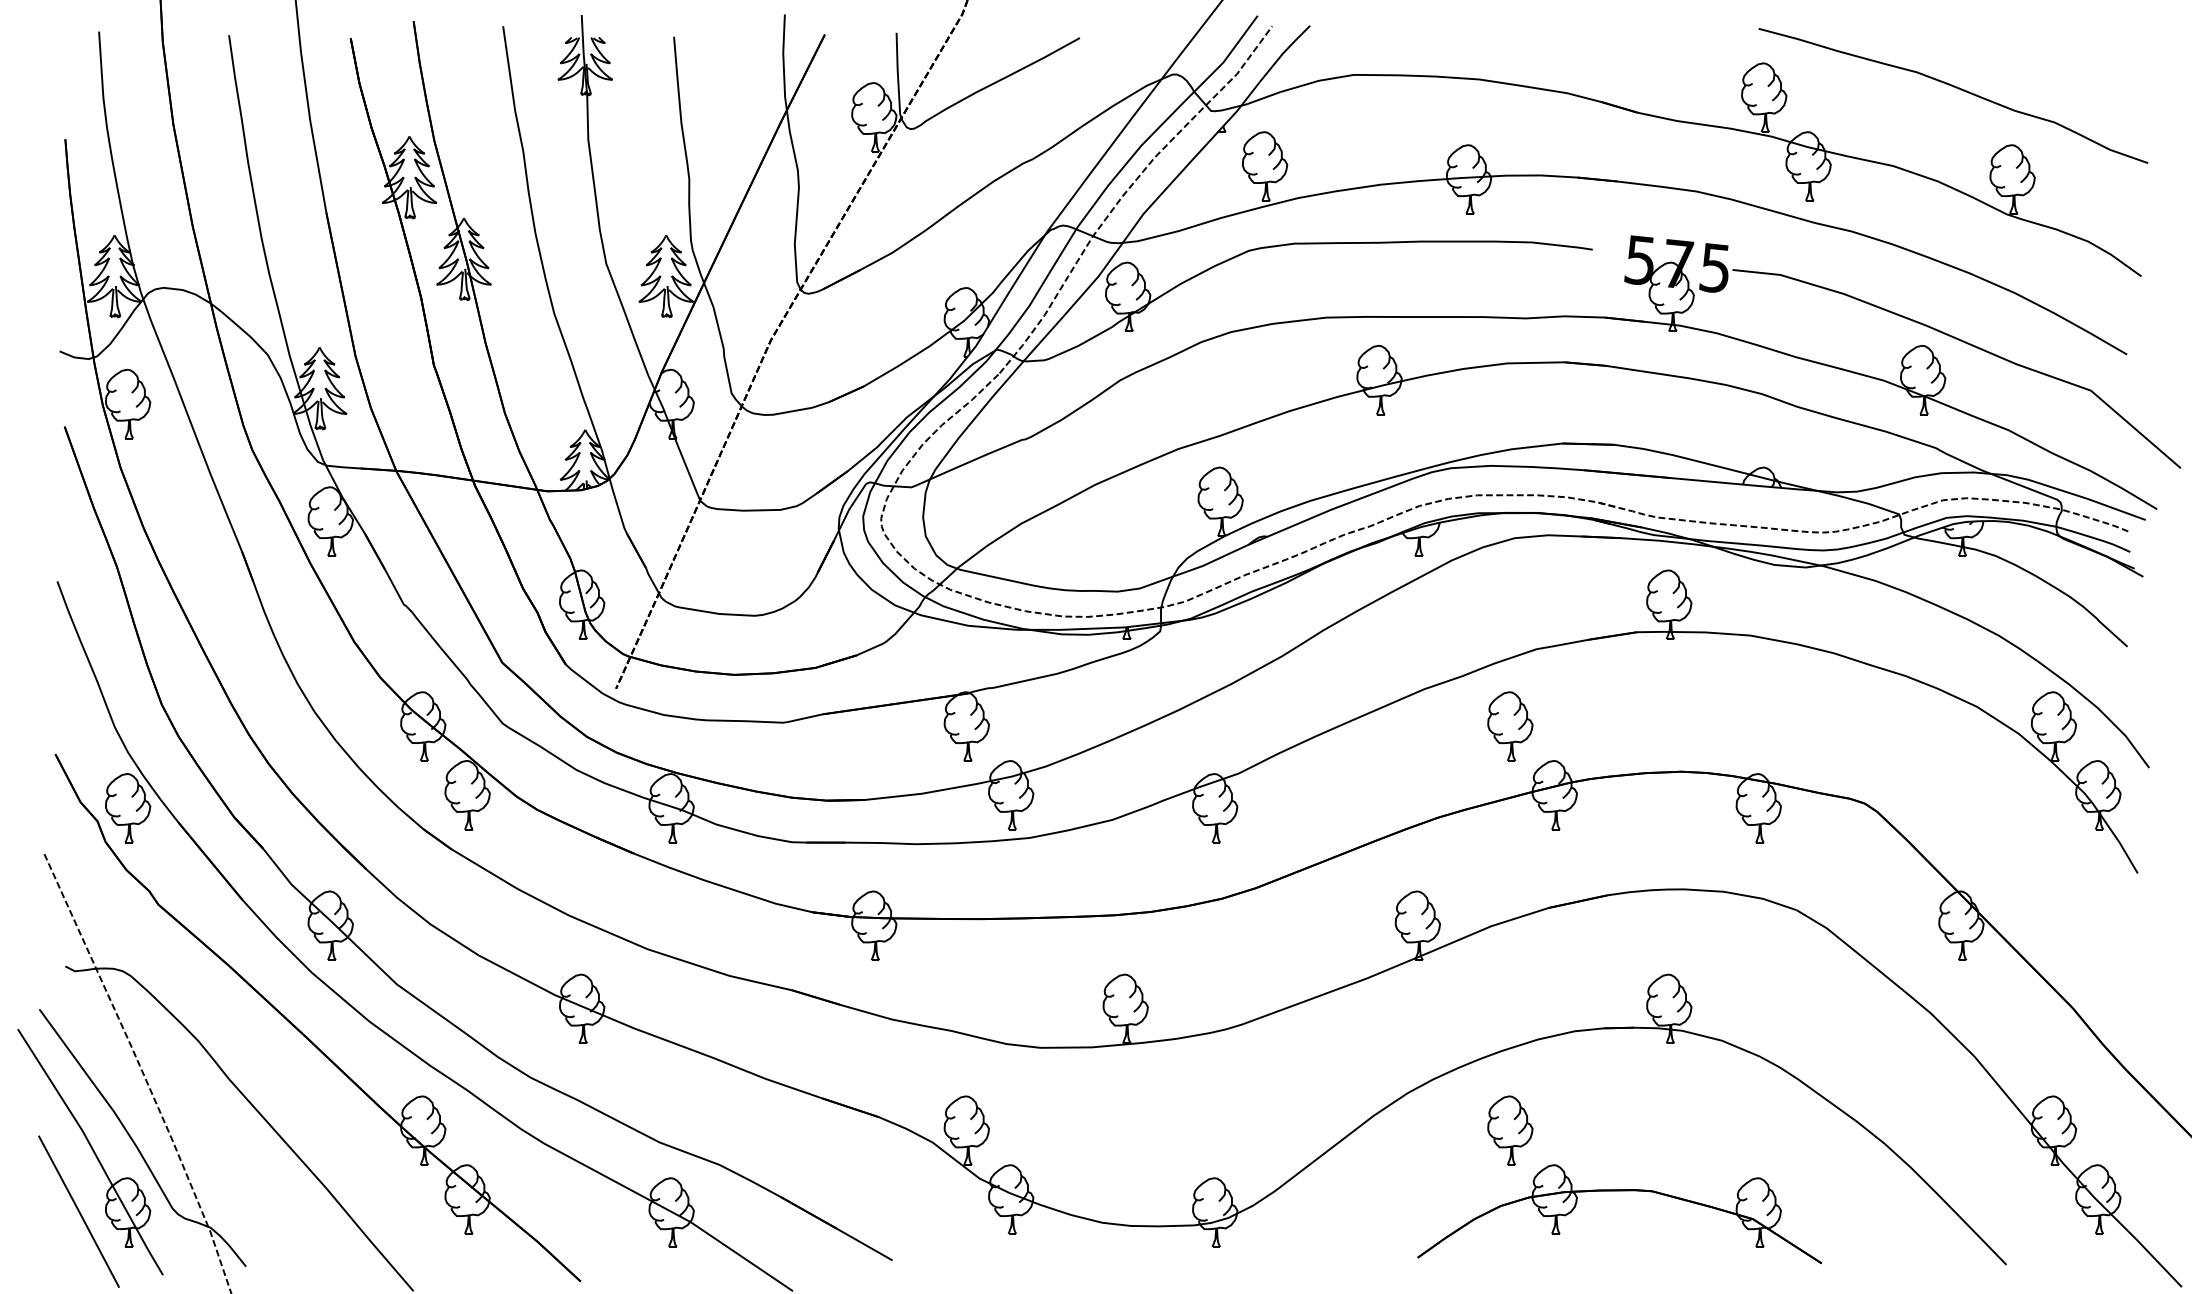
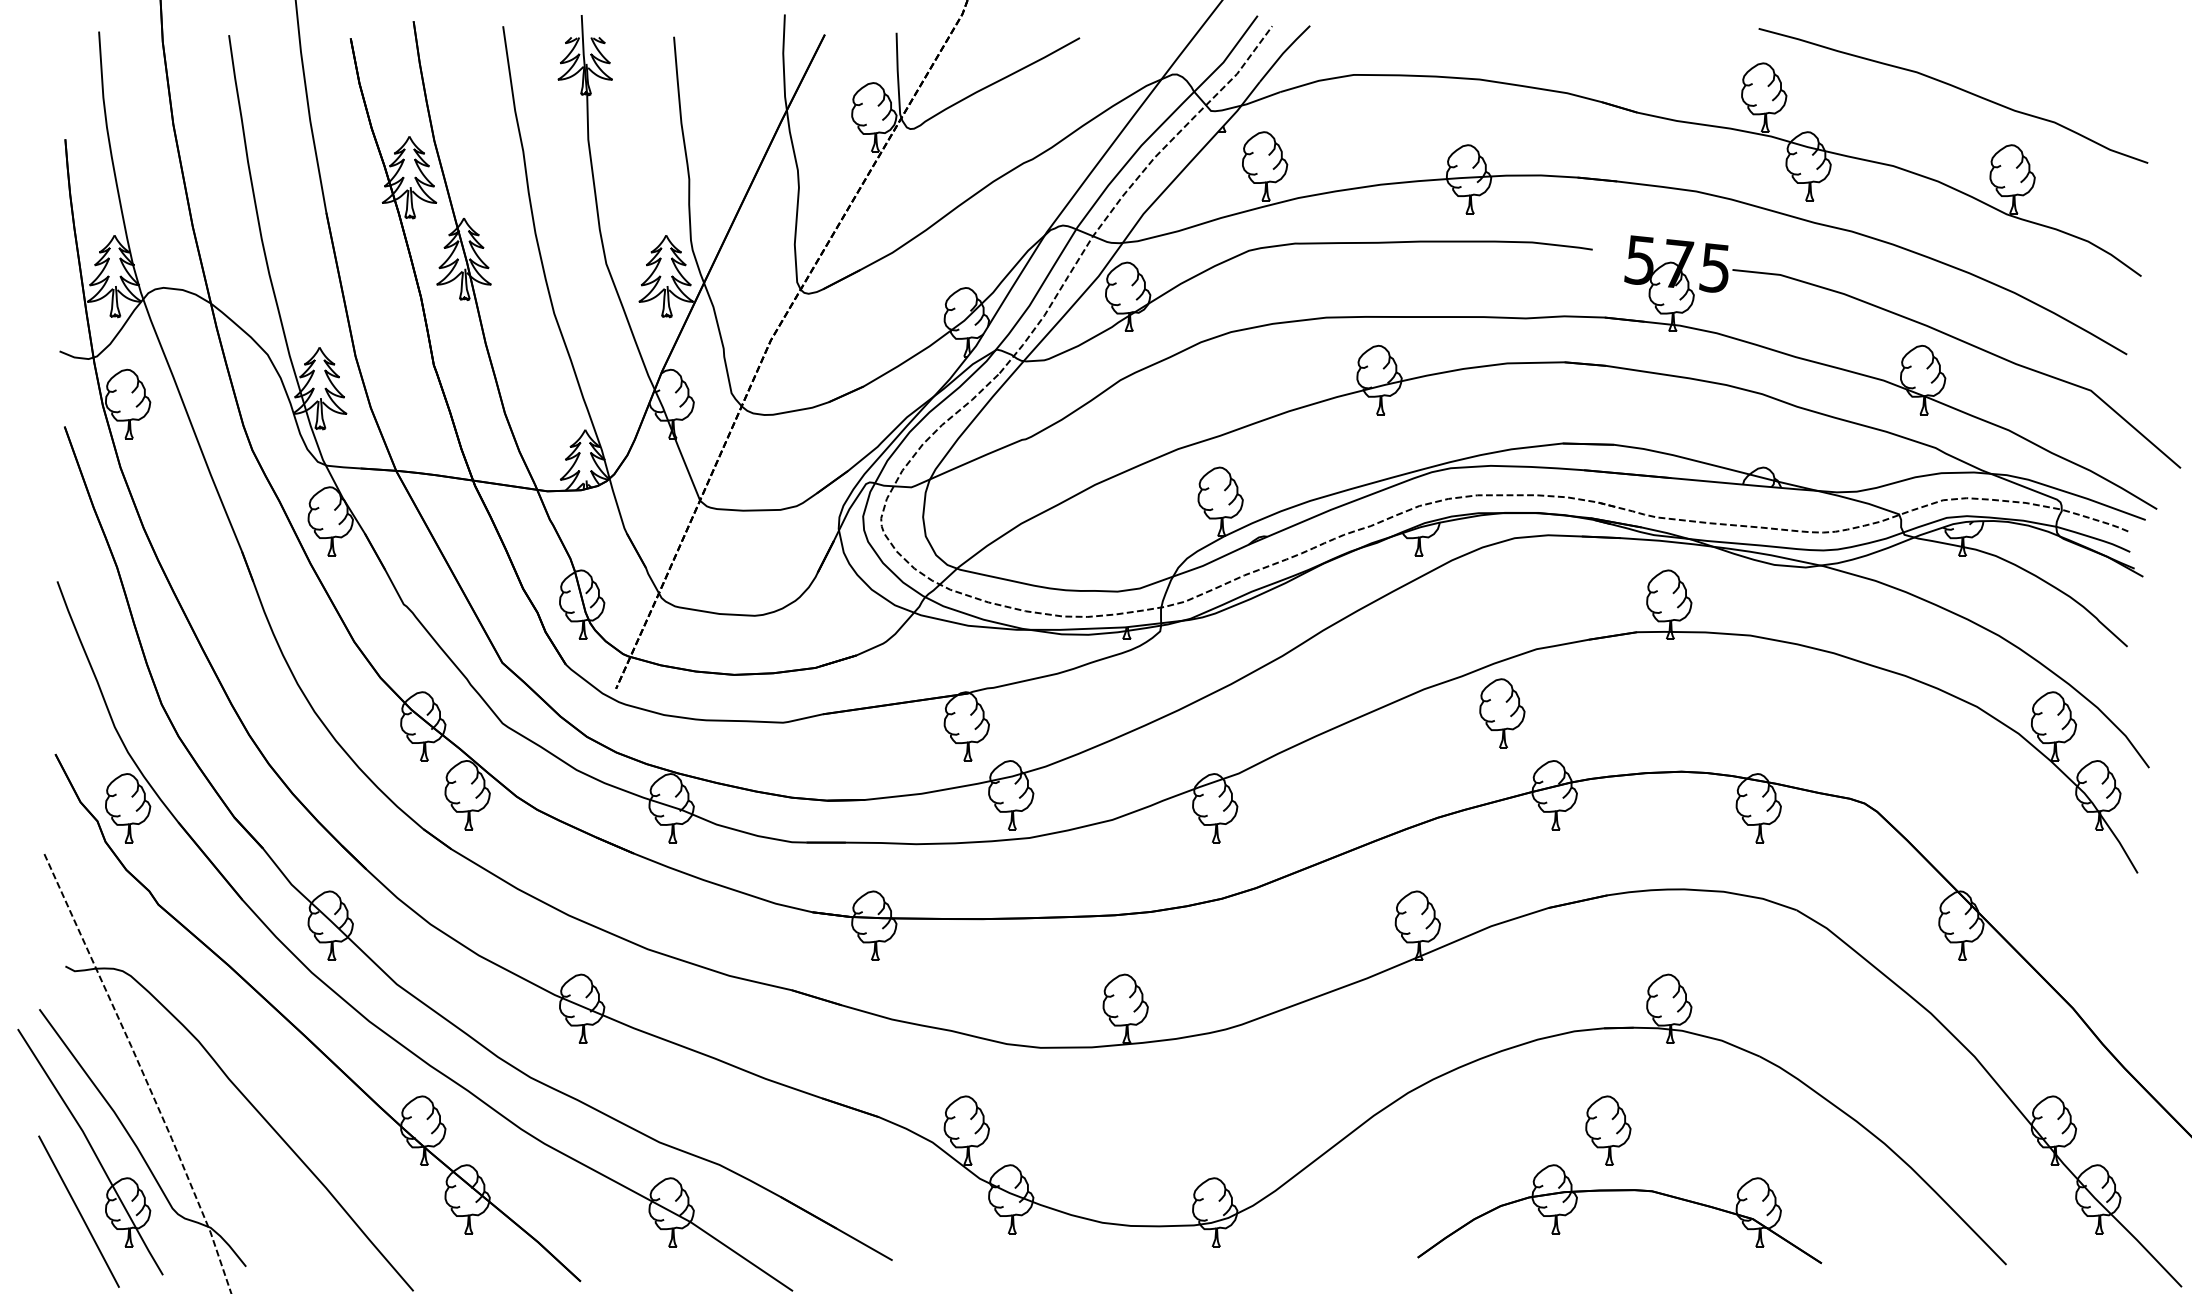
part at (1510, 726) position: (1510, 726) -> (1502, 713)
part at (1510, 1130) position: (1510, 1130) -> (1608, 1130)
